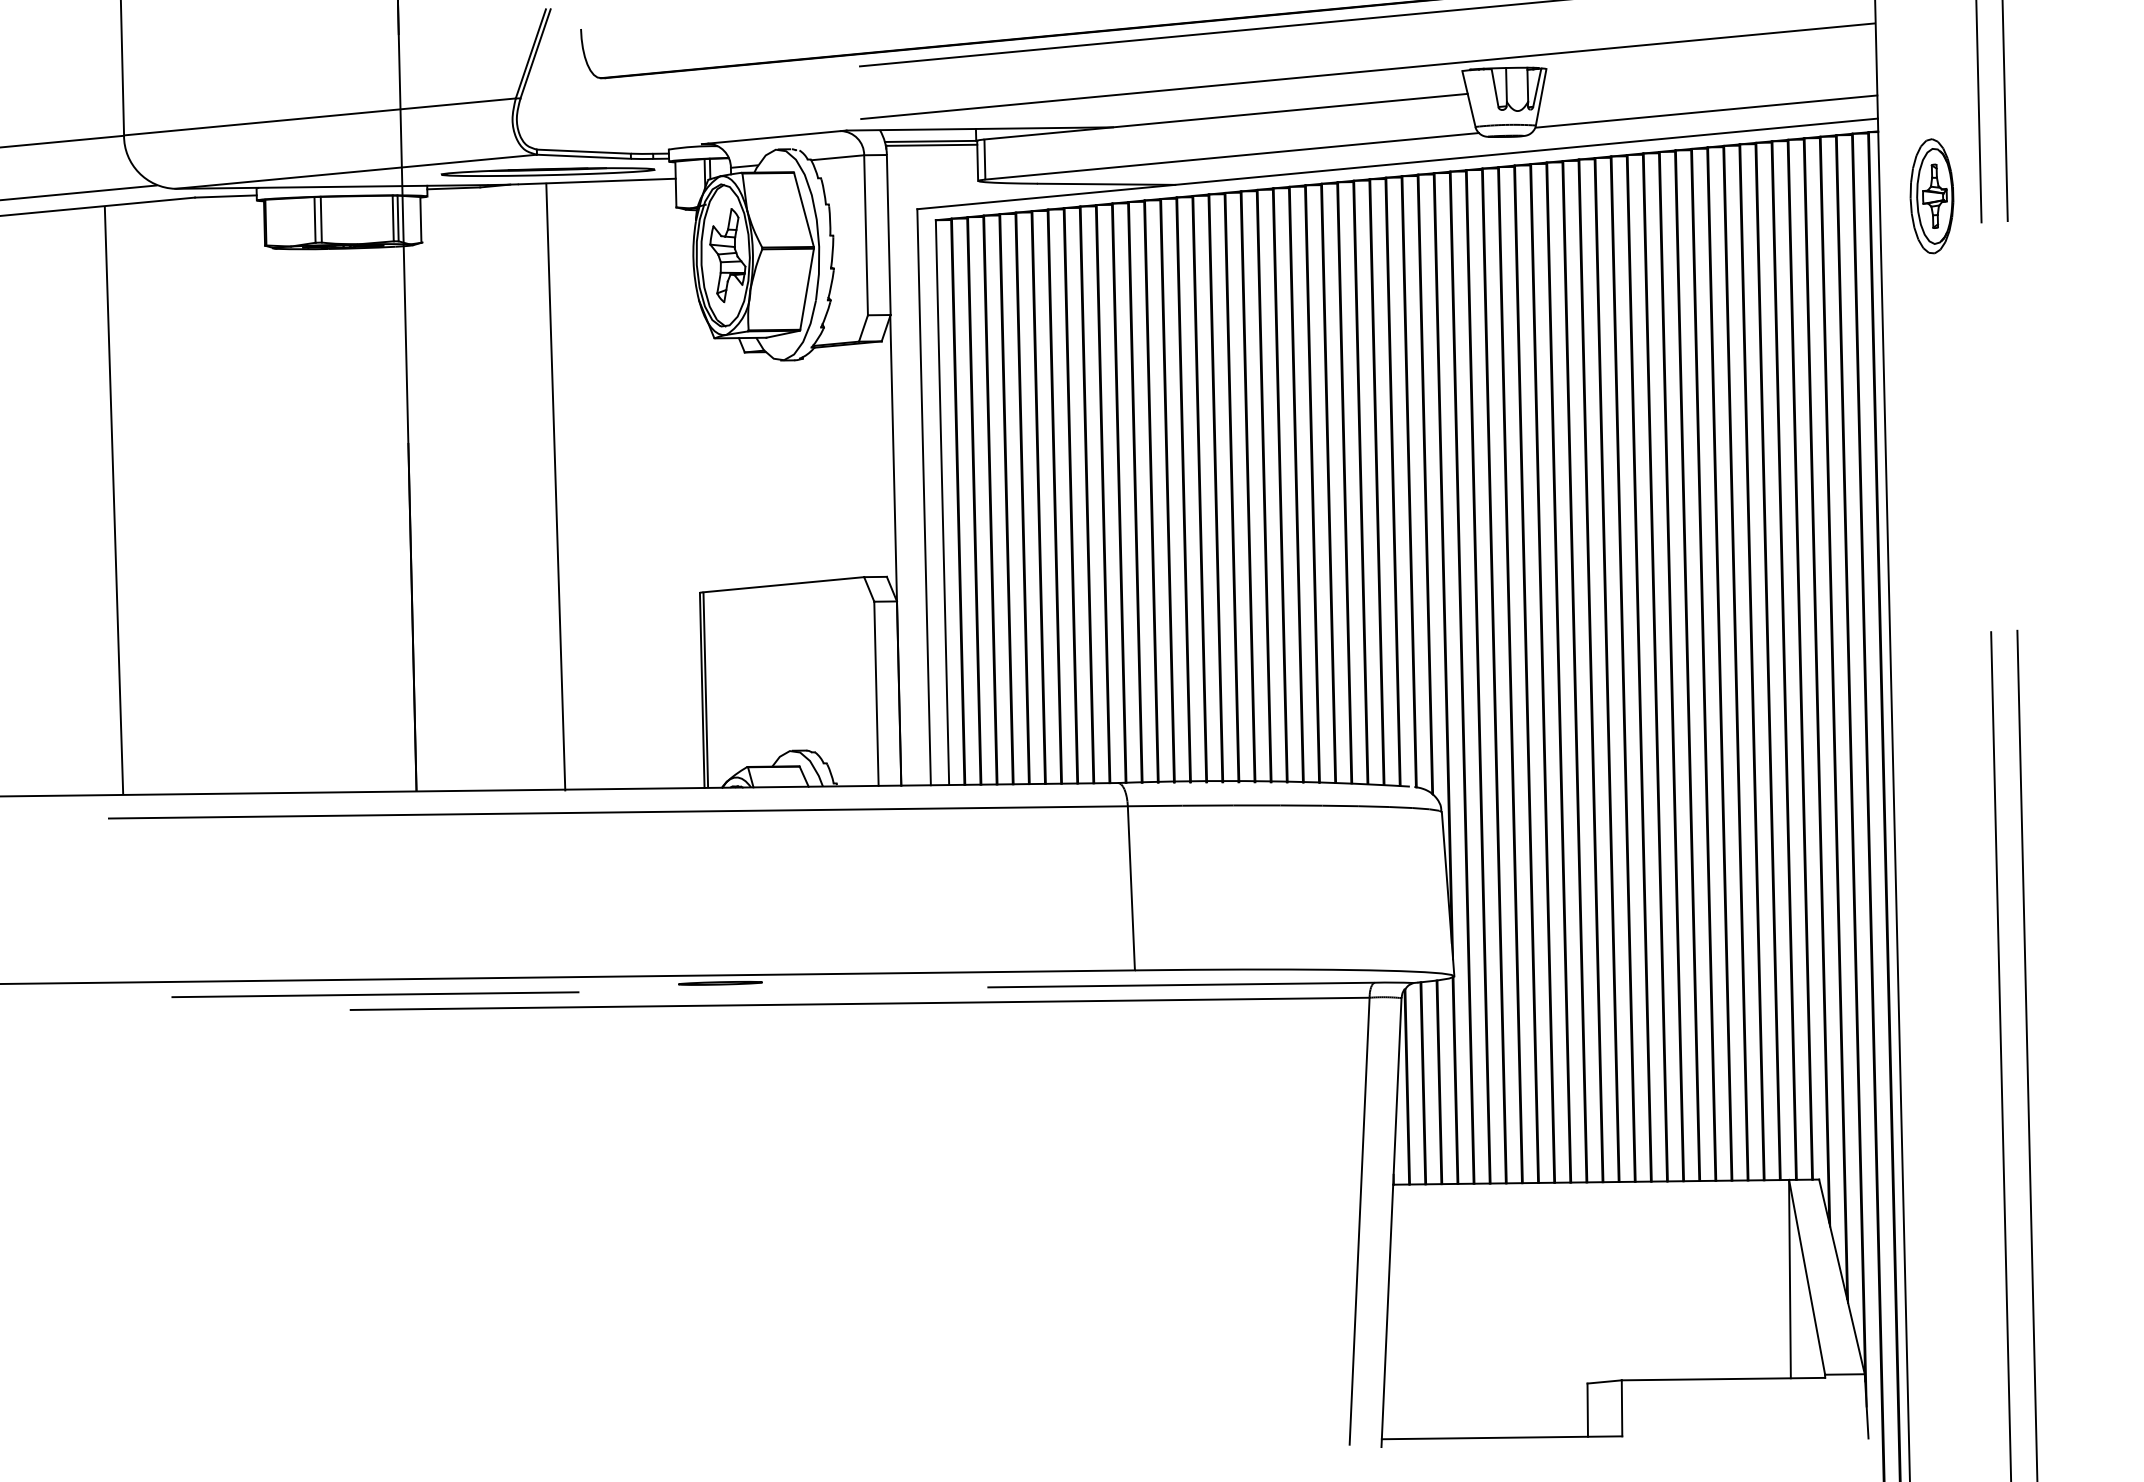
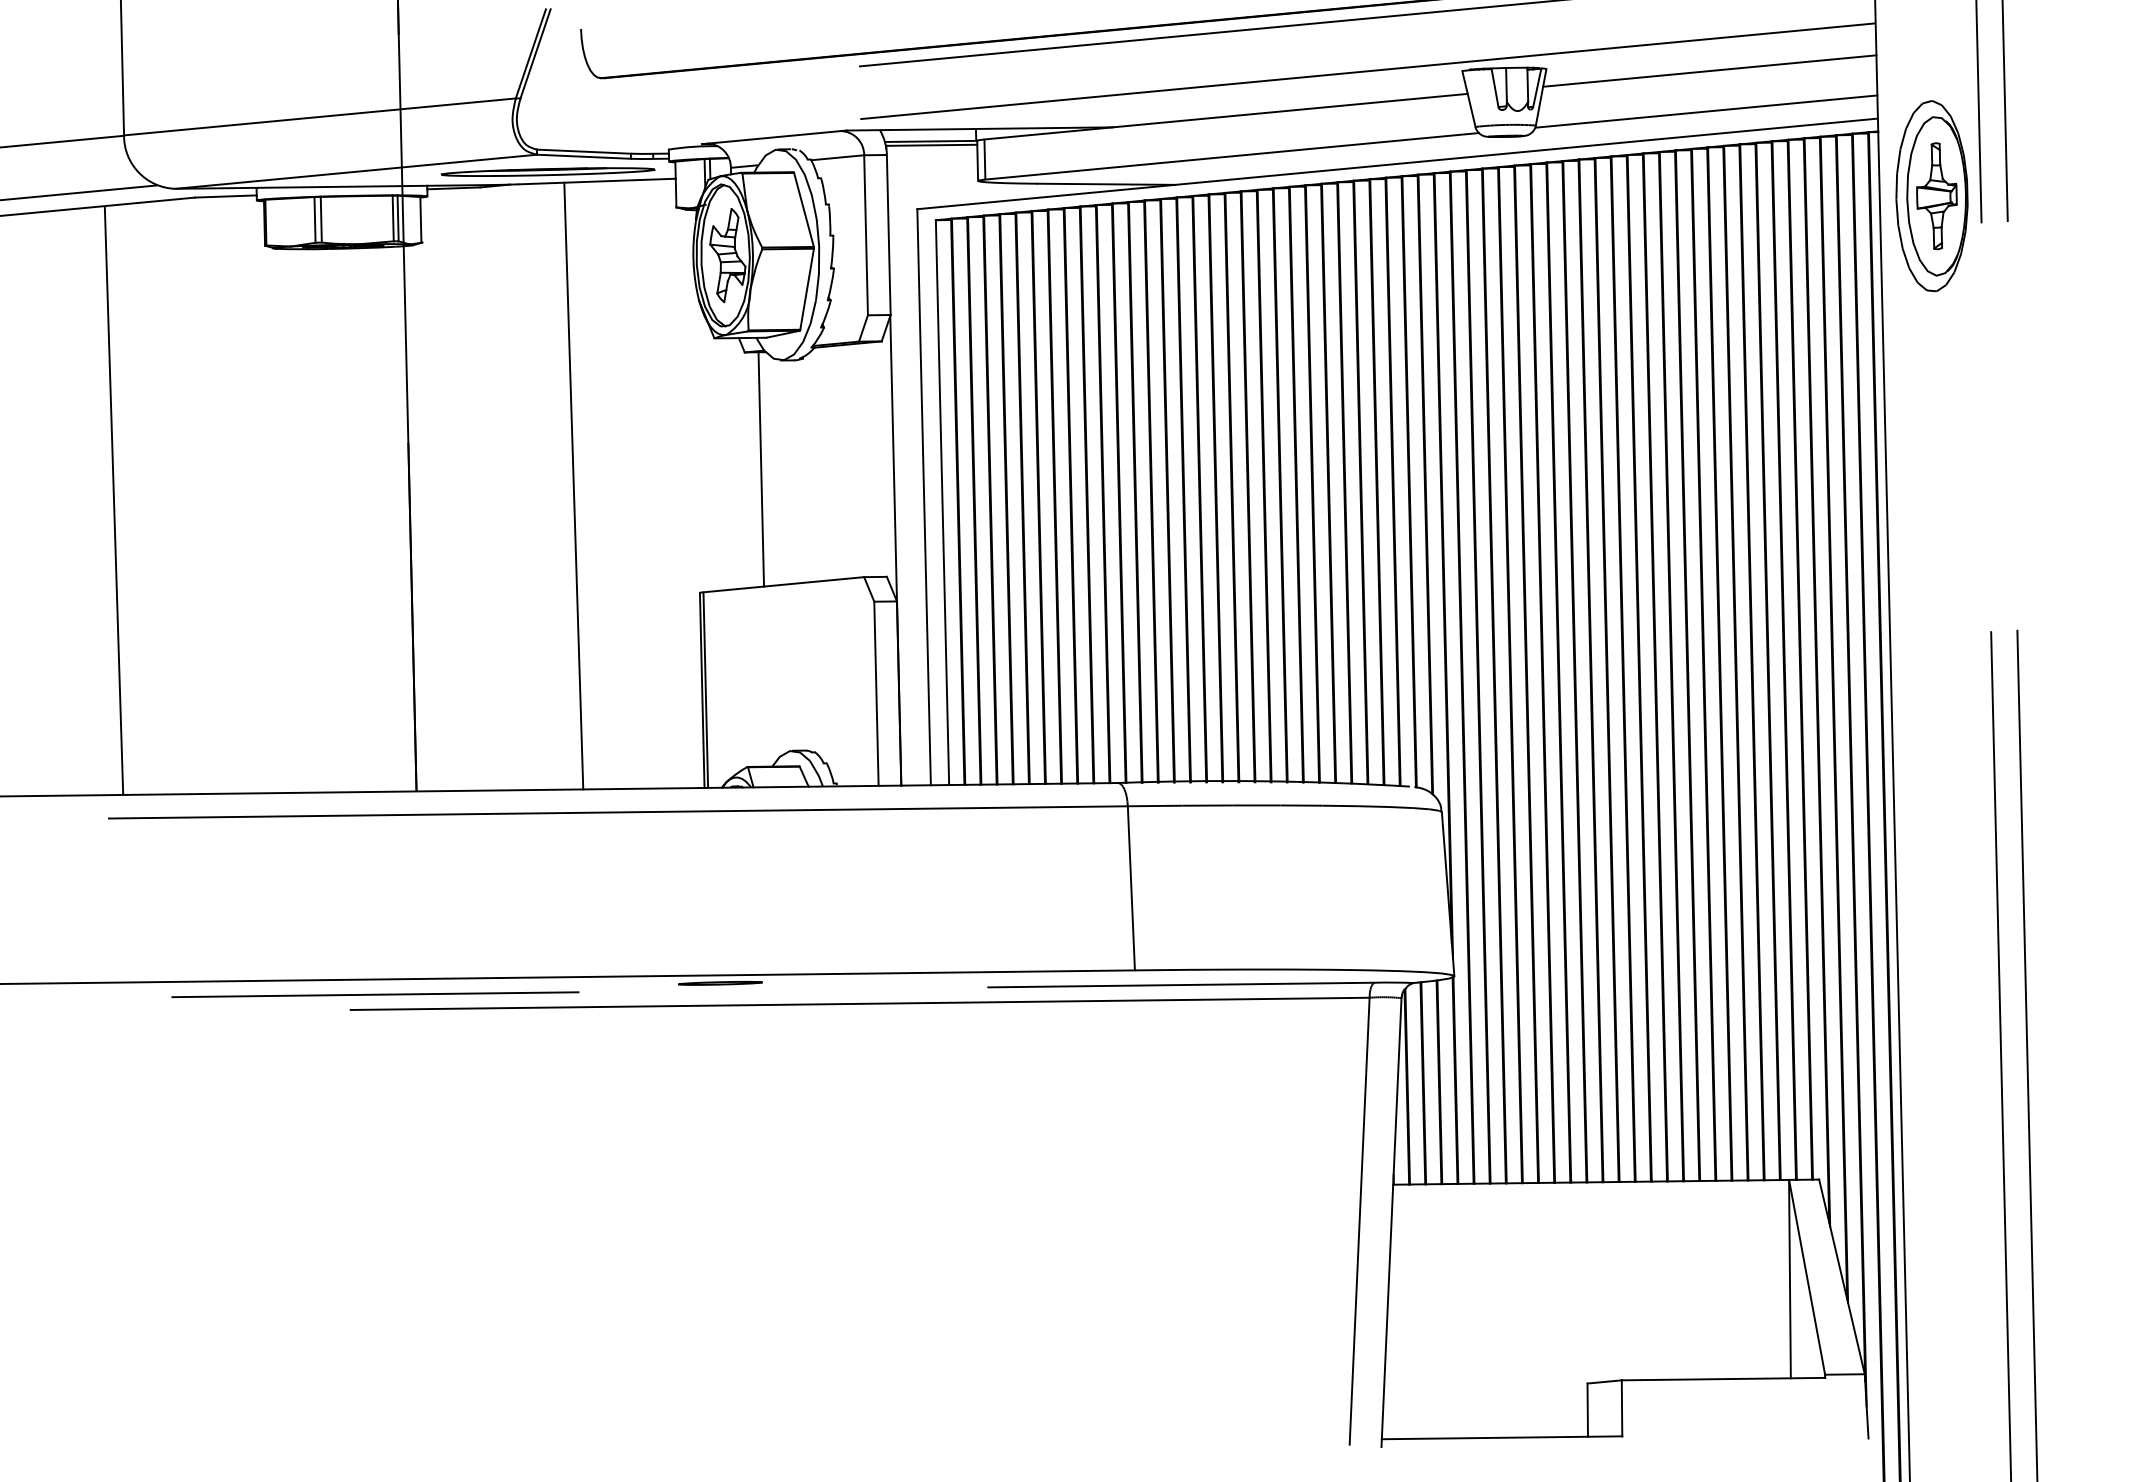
line at (1709, 70): none -> present
part at (1931, 196) size: 46x117 px -> 74x193 px
line at (761, 469): none -> present
line at (555, 486) position: (555, 486) -> (573, 485)
